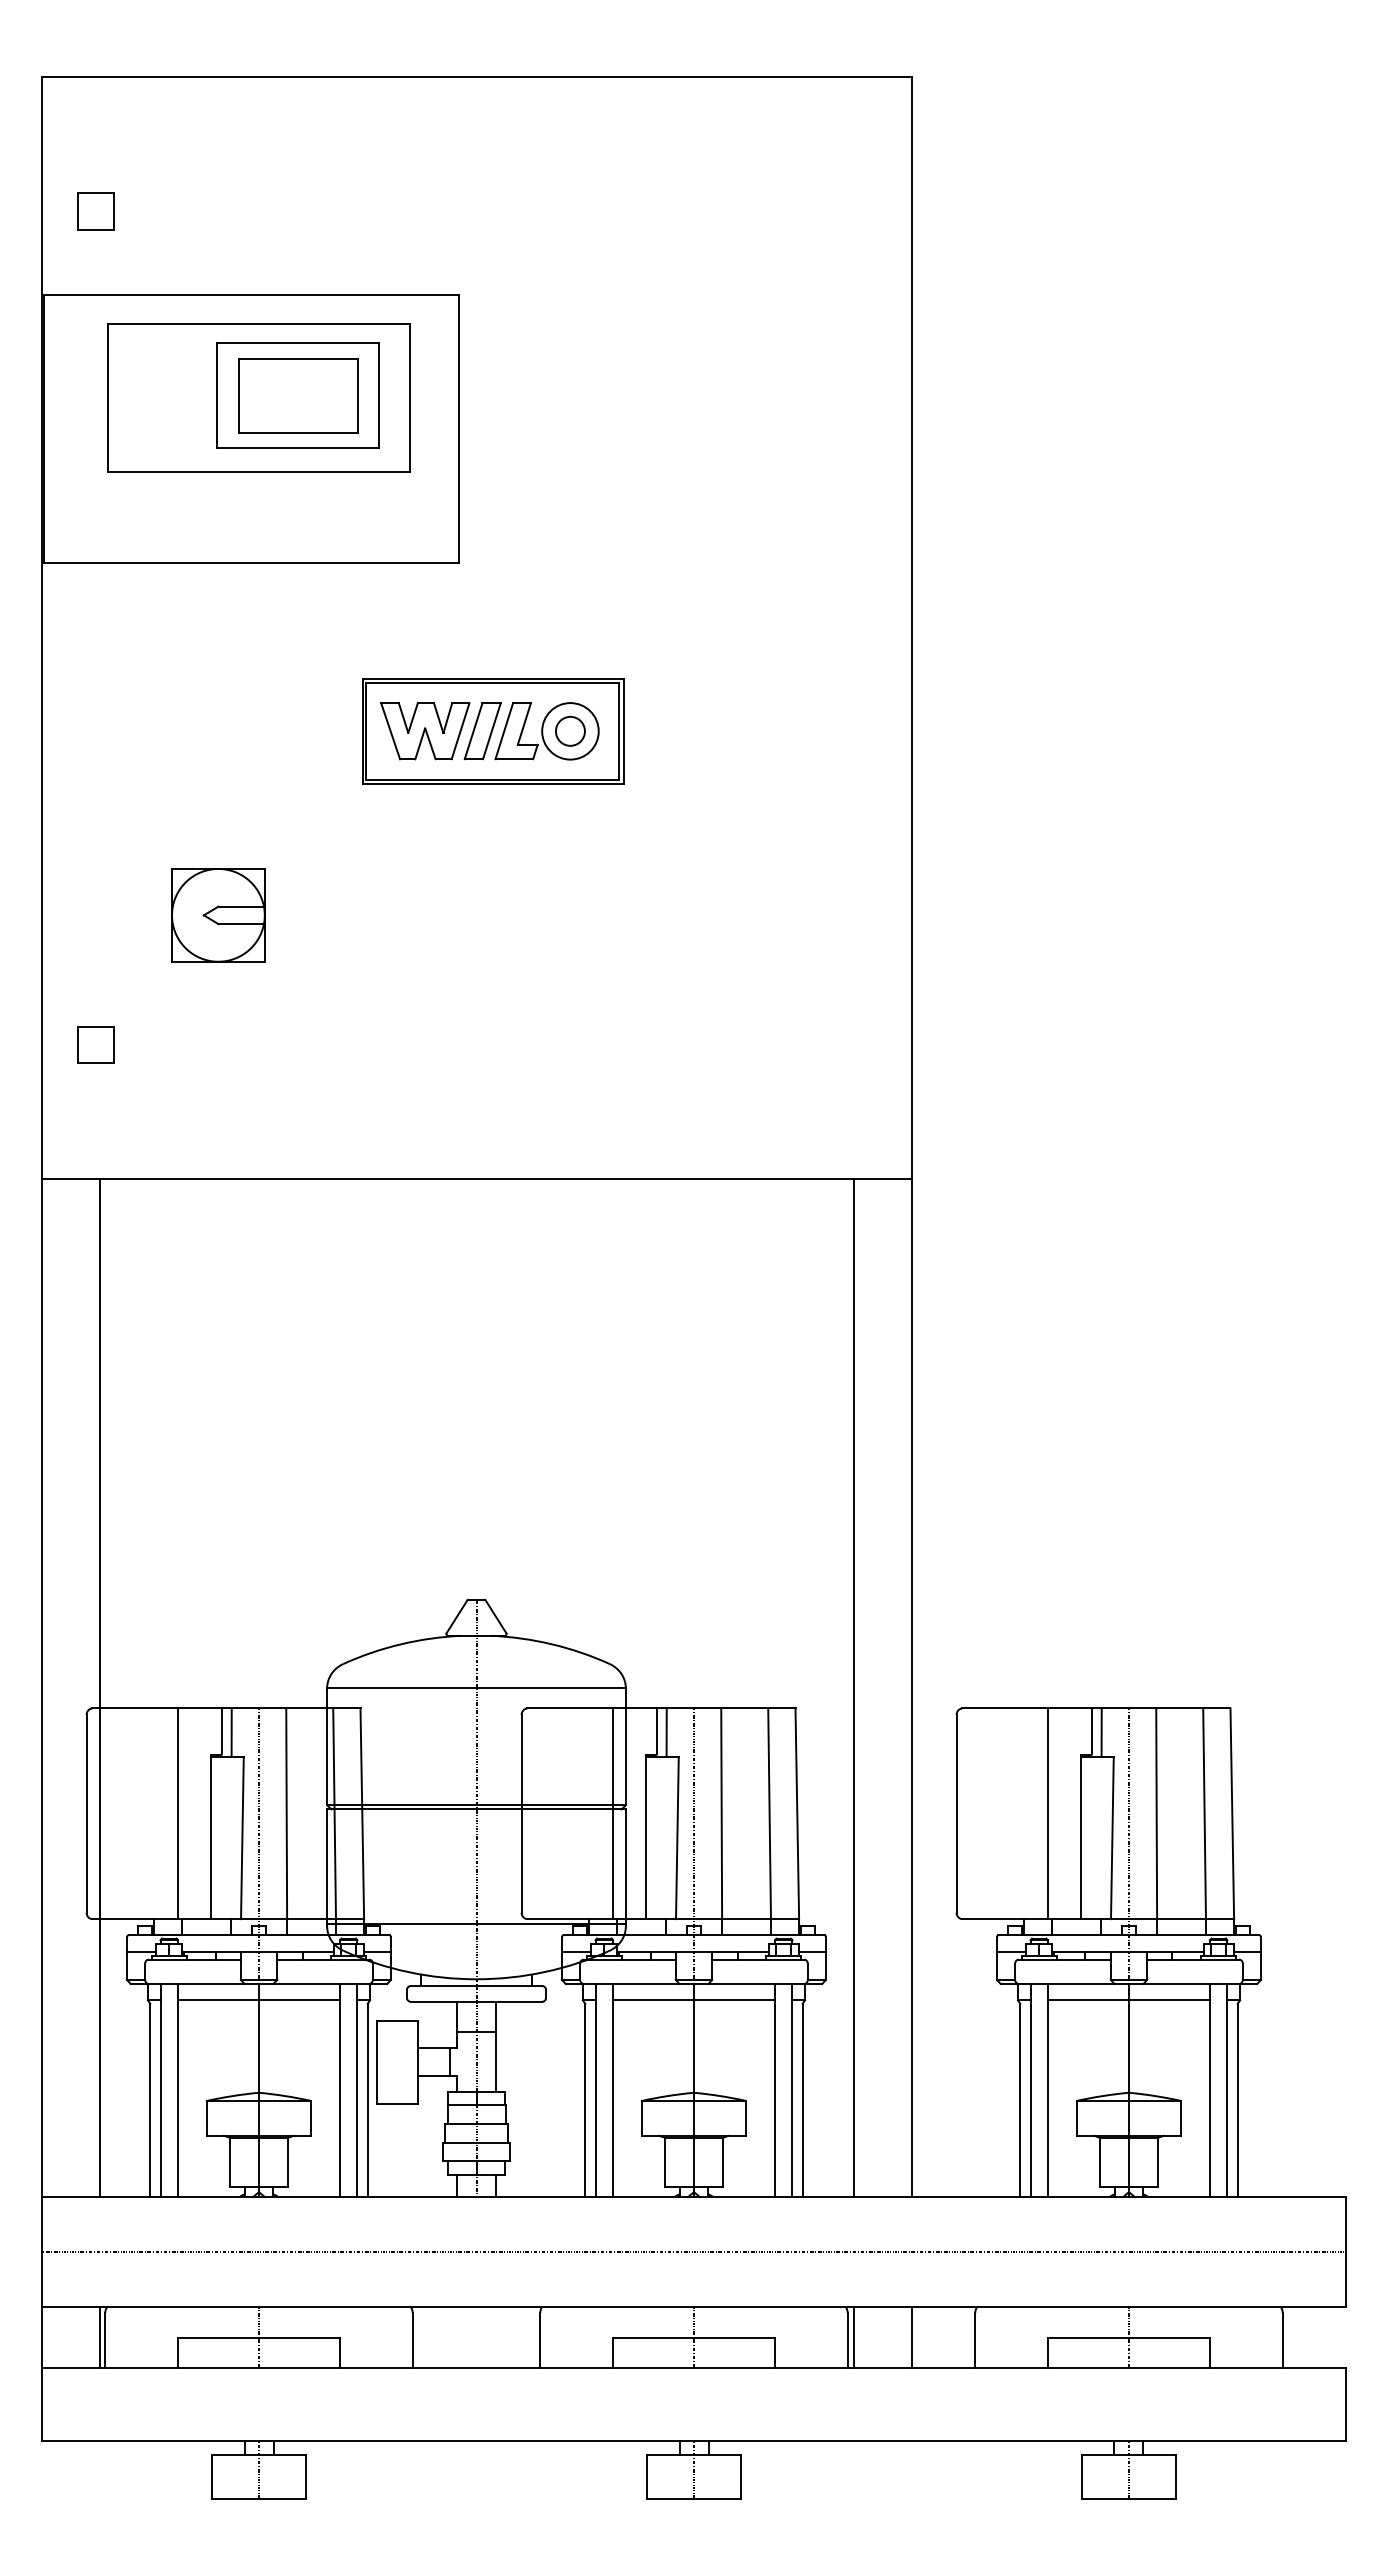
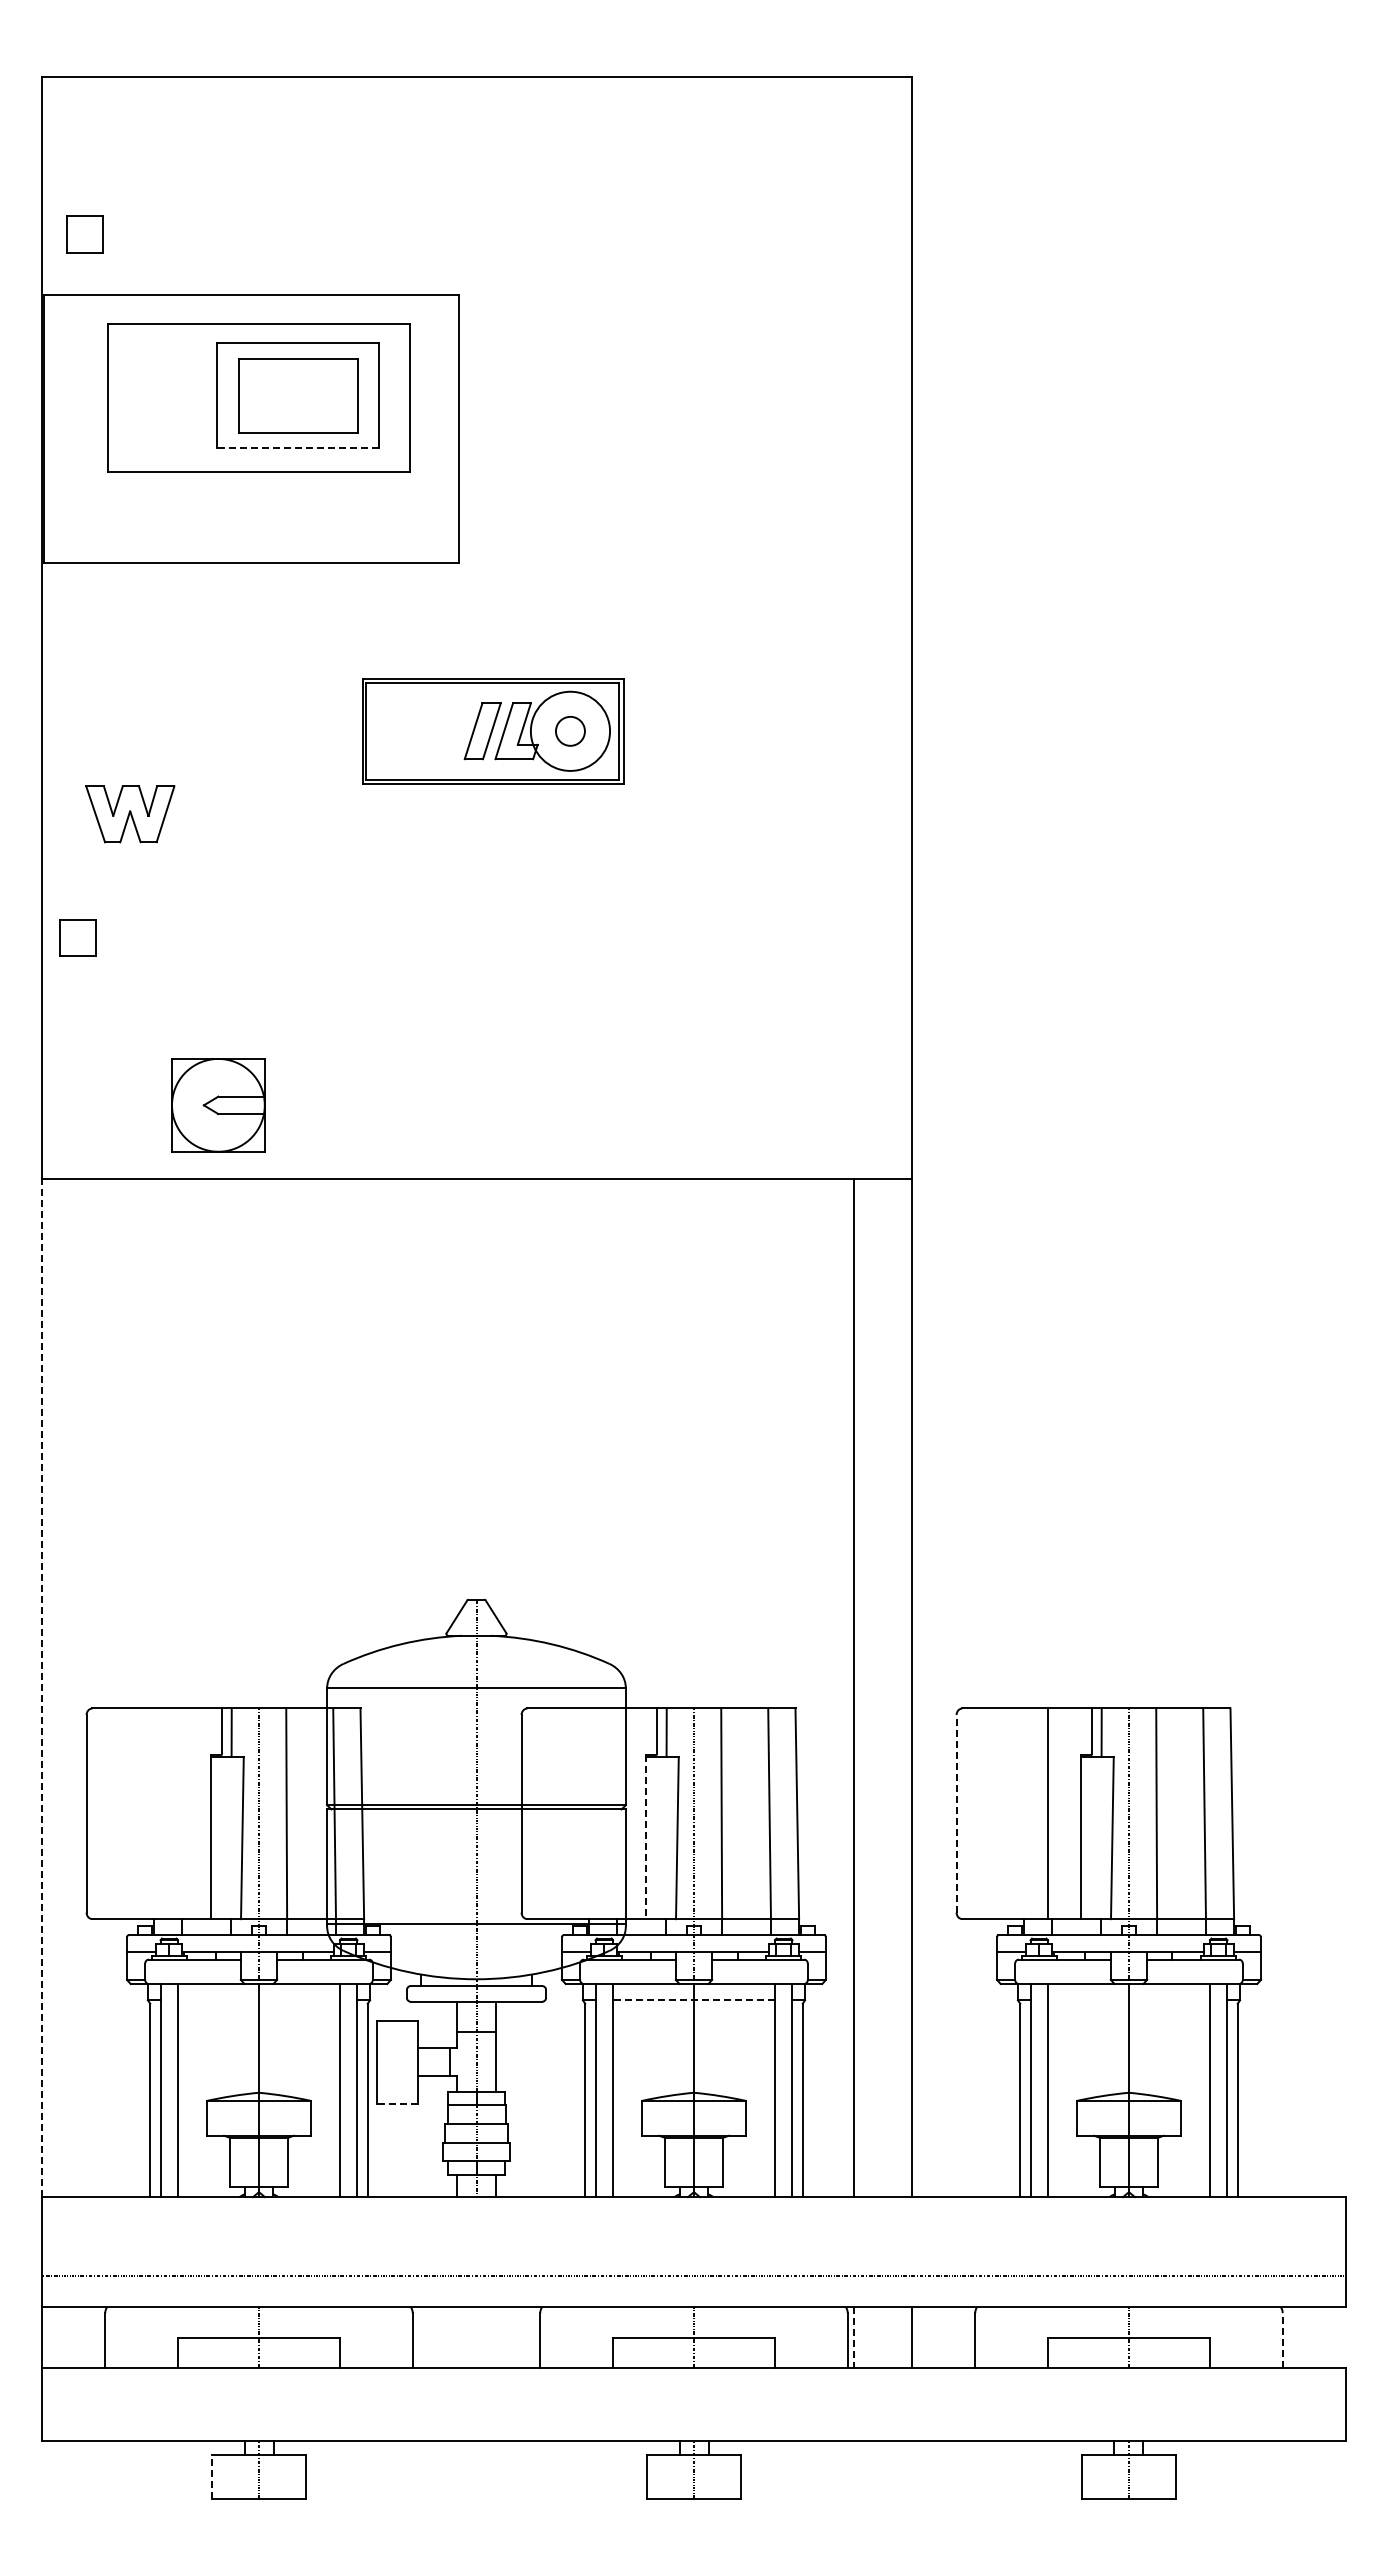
part at (95, 211) position: (95, 211) -> (84, 234)
line at (297, 448): solid -> dashed
part at (425, 731) position: (425, 731) -> (130, 814)
circle at (570, 731) diameter: 57 px -> 79 px
part at (218, 915) position: (218, 915) -> (218, 1105)
part at (95, 1044) position: (95, 1044) -> (77, 937)
line at (41, 1688): solid -> dashed
line at (99, 1688): present -> none
line at (177, 1813): present -> none
line at (612, 1813): present -> none
line at (956, 1813): solid -> dashed
line at (645, 1837): solid -> dashed
line at (258, 2000): present -> none
line at (693, 2000): solid -> dashed
line at (1128, 2000): present -> none
line at (397, 2104): solid -> dashed
line at (693, 2252) position: (693, 2252) -> (693, 2276)
line at (99, 2337): present -> none
line at (853, 2338): solid -> dashed
line at (1282, 2340): solid -> dashed
line at (211, 2476): solid -> dashed
